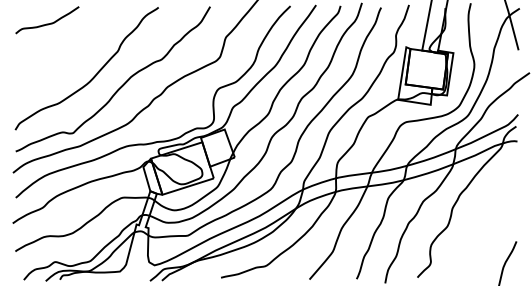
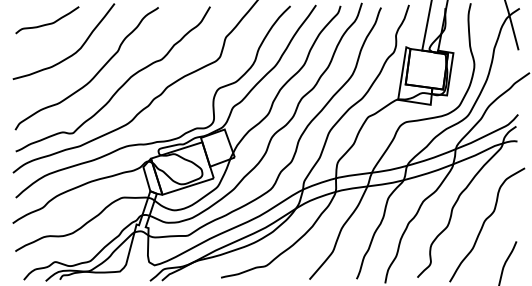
curve at (69, 55): none -> present
curve at (485, 222): none -> present
